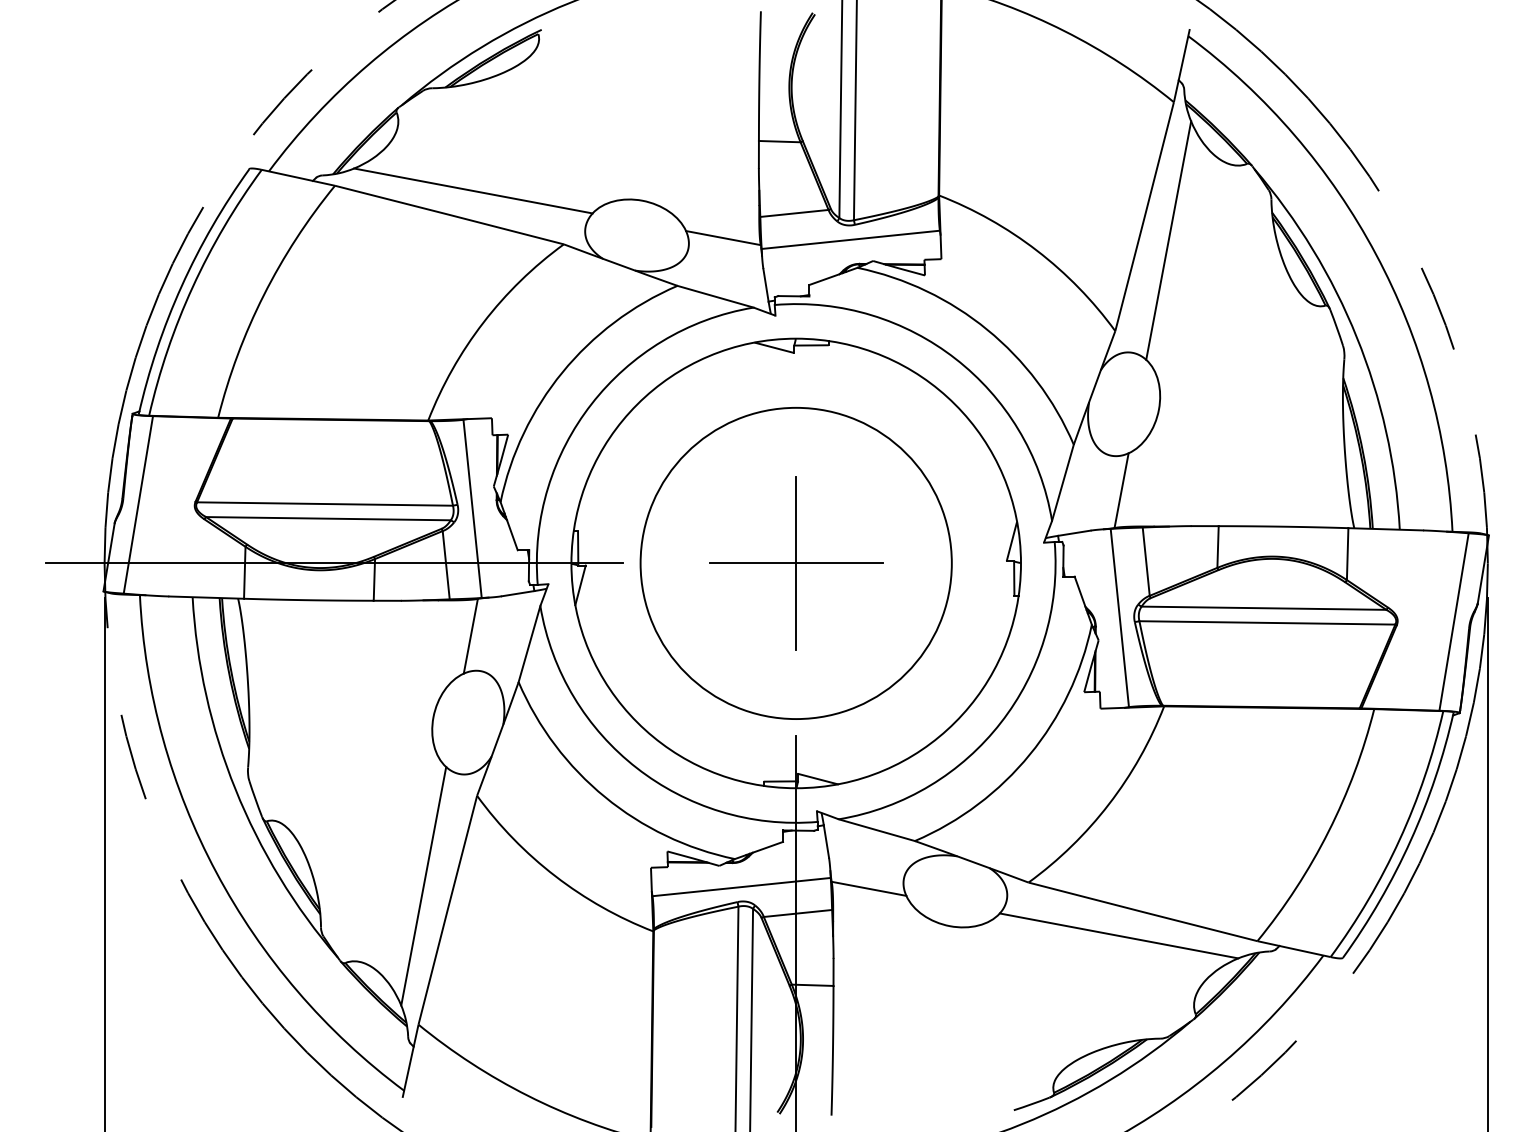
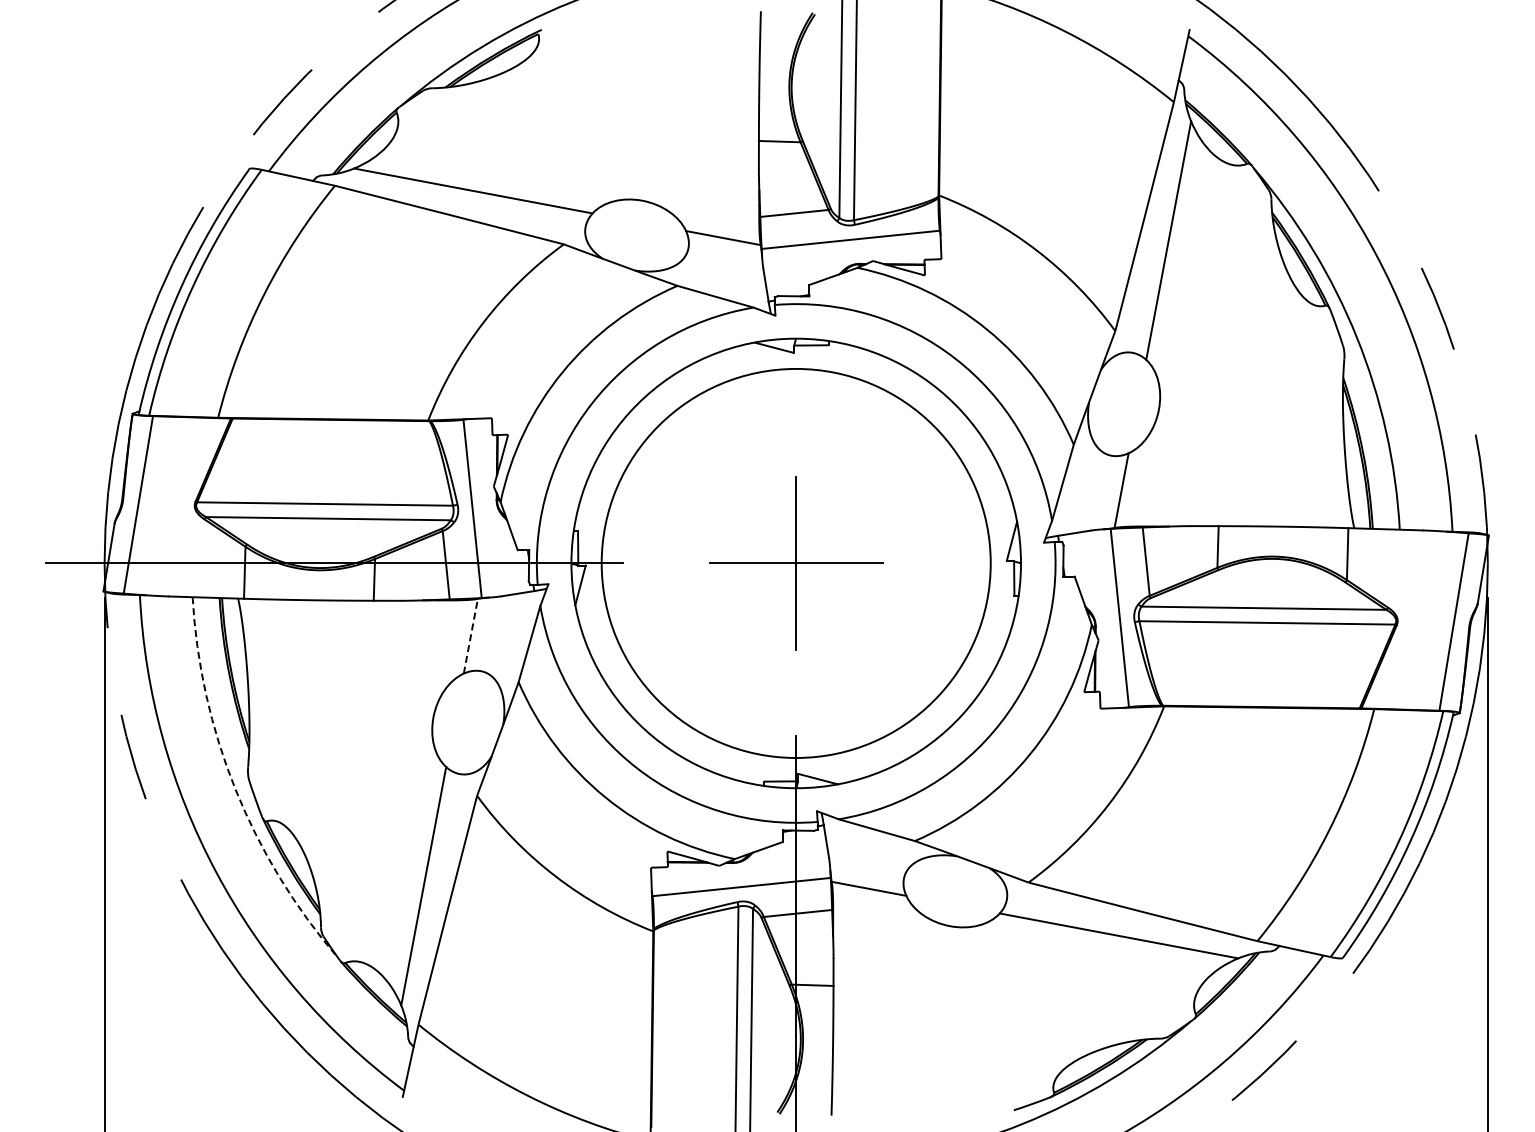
circle at (795, 563) diameter: 311 px -> 389 px
line at (470, 635): solid -> dashed
arc at (235, 789): solid -> dashed
